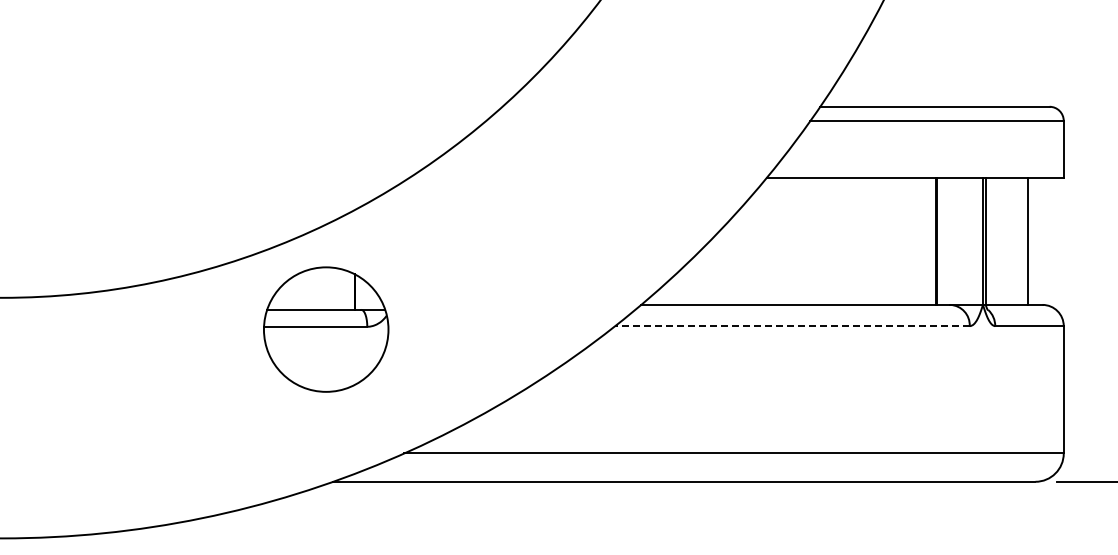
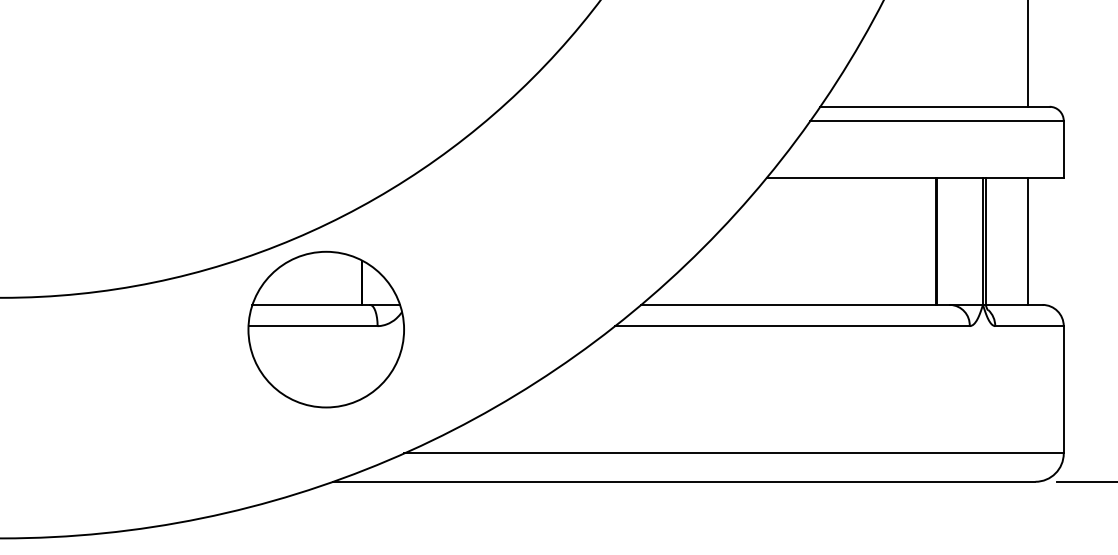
line at (1028, 54): none -> present
line at (791, 326): dashed -> solid
part at (326, 329) size: 127x127 px -> 158x159 px
